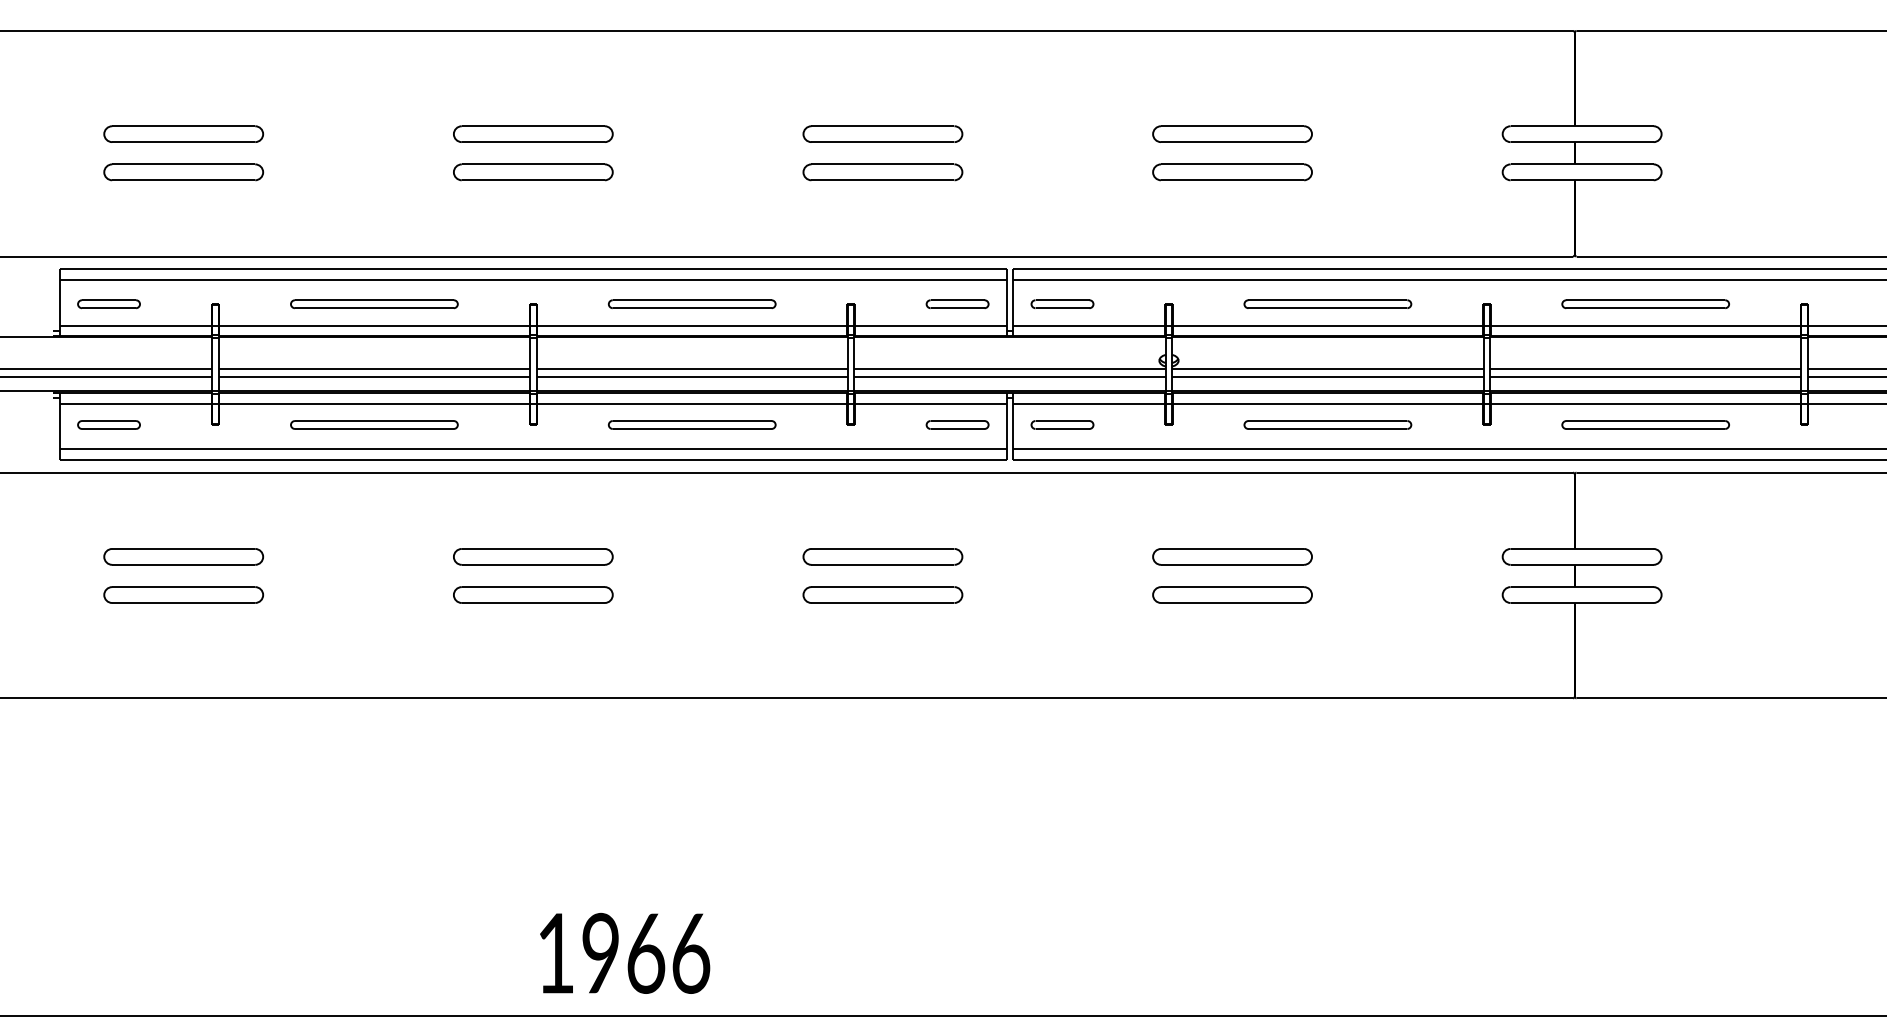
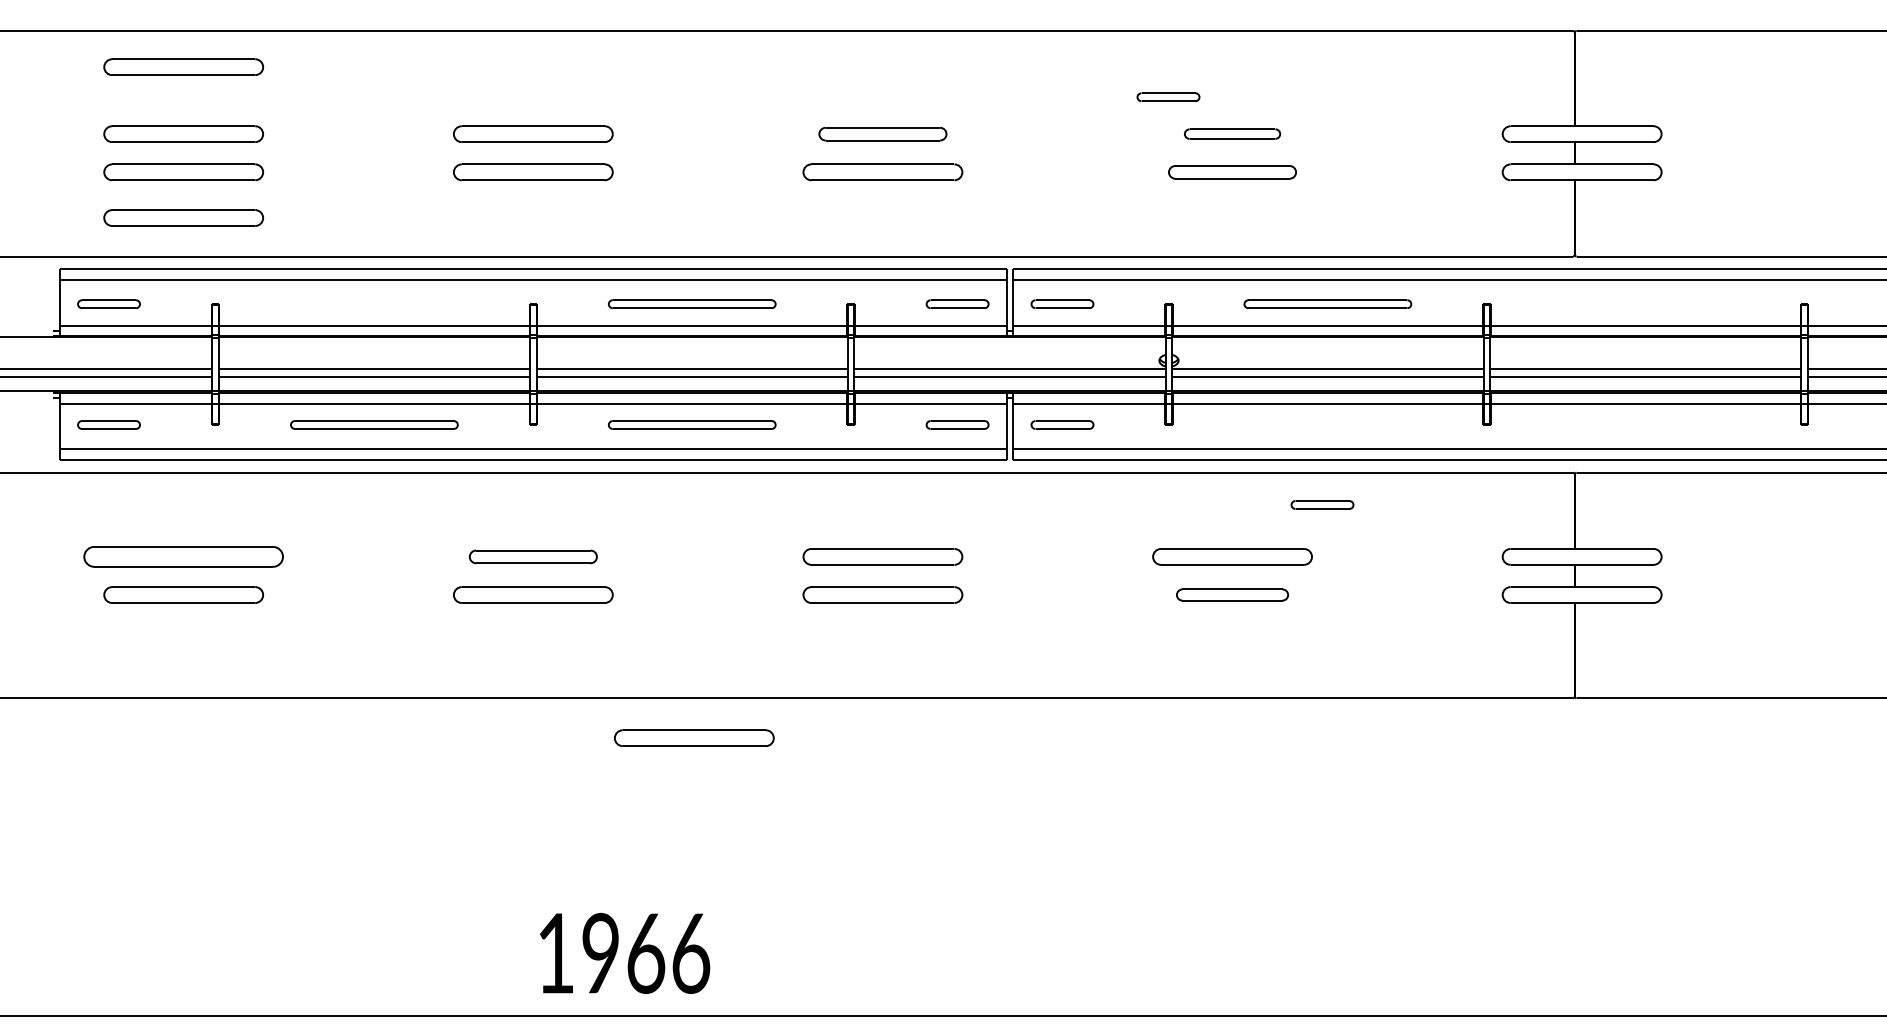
part at (183, 66): none -> present
part at (1168, 96): none -> present
part at (882, 133) size: 162x18 px -> 130x15 px
part at (1232, 133) size: 161x18 px -> 98x12 px
part at (1232, 172) size: 161x19 px -> 129x15 px
part at (183, 217): none -> present
part at (1645, 303): present -> none
part at (374, 304): present -> none
part at (1327, 424): present -> none
part at (1645, 424): present -> none
part at (1322, 504): none -> present
part at (183, 556) size: 162x18 px -> 201x22 px
part at (533, 556) size: 161x18 px -> 130x16 px
part at (1232, 594) size: 161x18 px -> 113x14 px
part at (694, 737): none -> present
